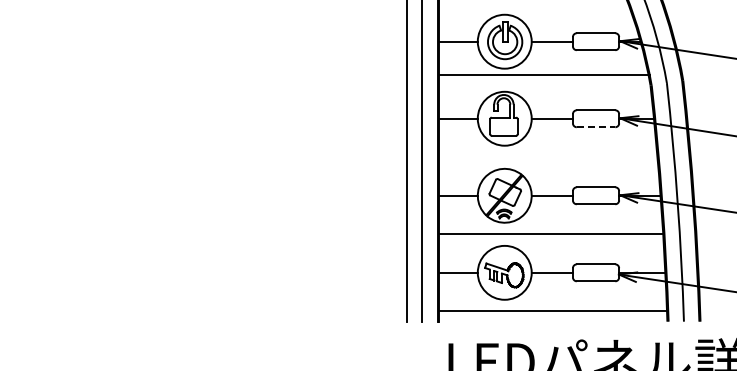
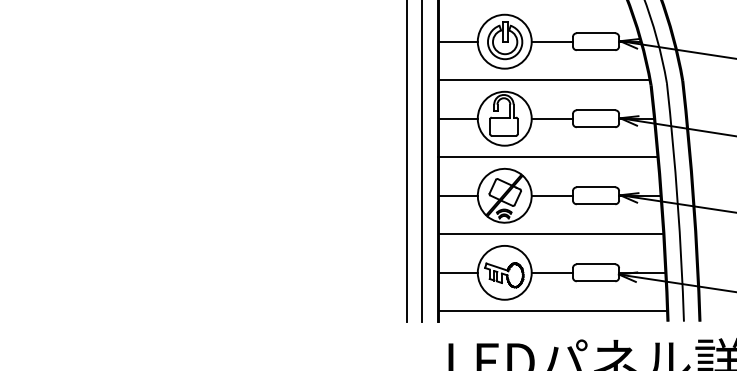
line at (544, 75) position: (544, 75) -> (544, 80)
line at (596, 127): dashed -> solid
line at (547, 157): none -> present
